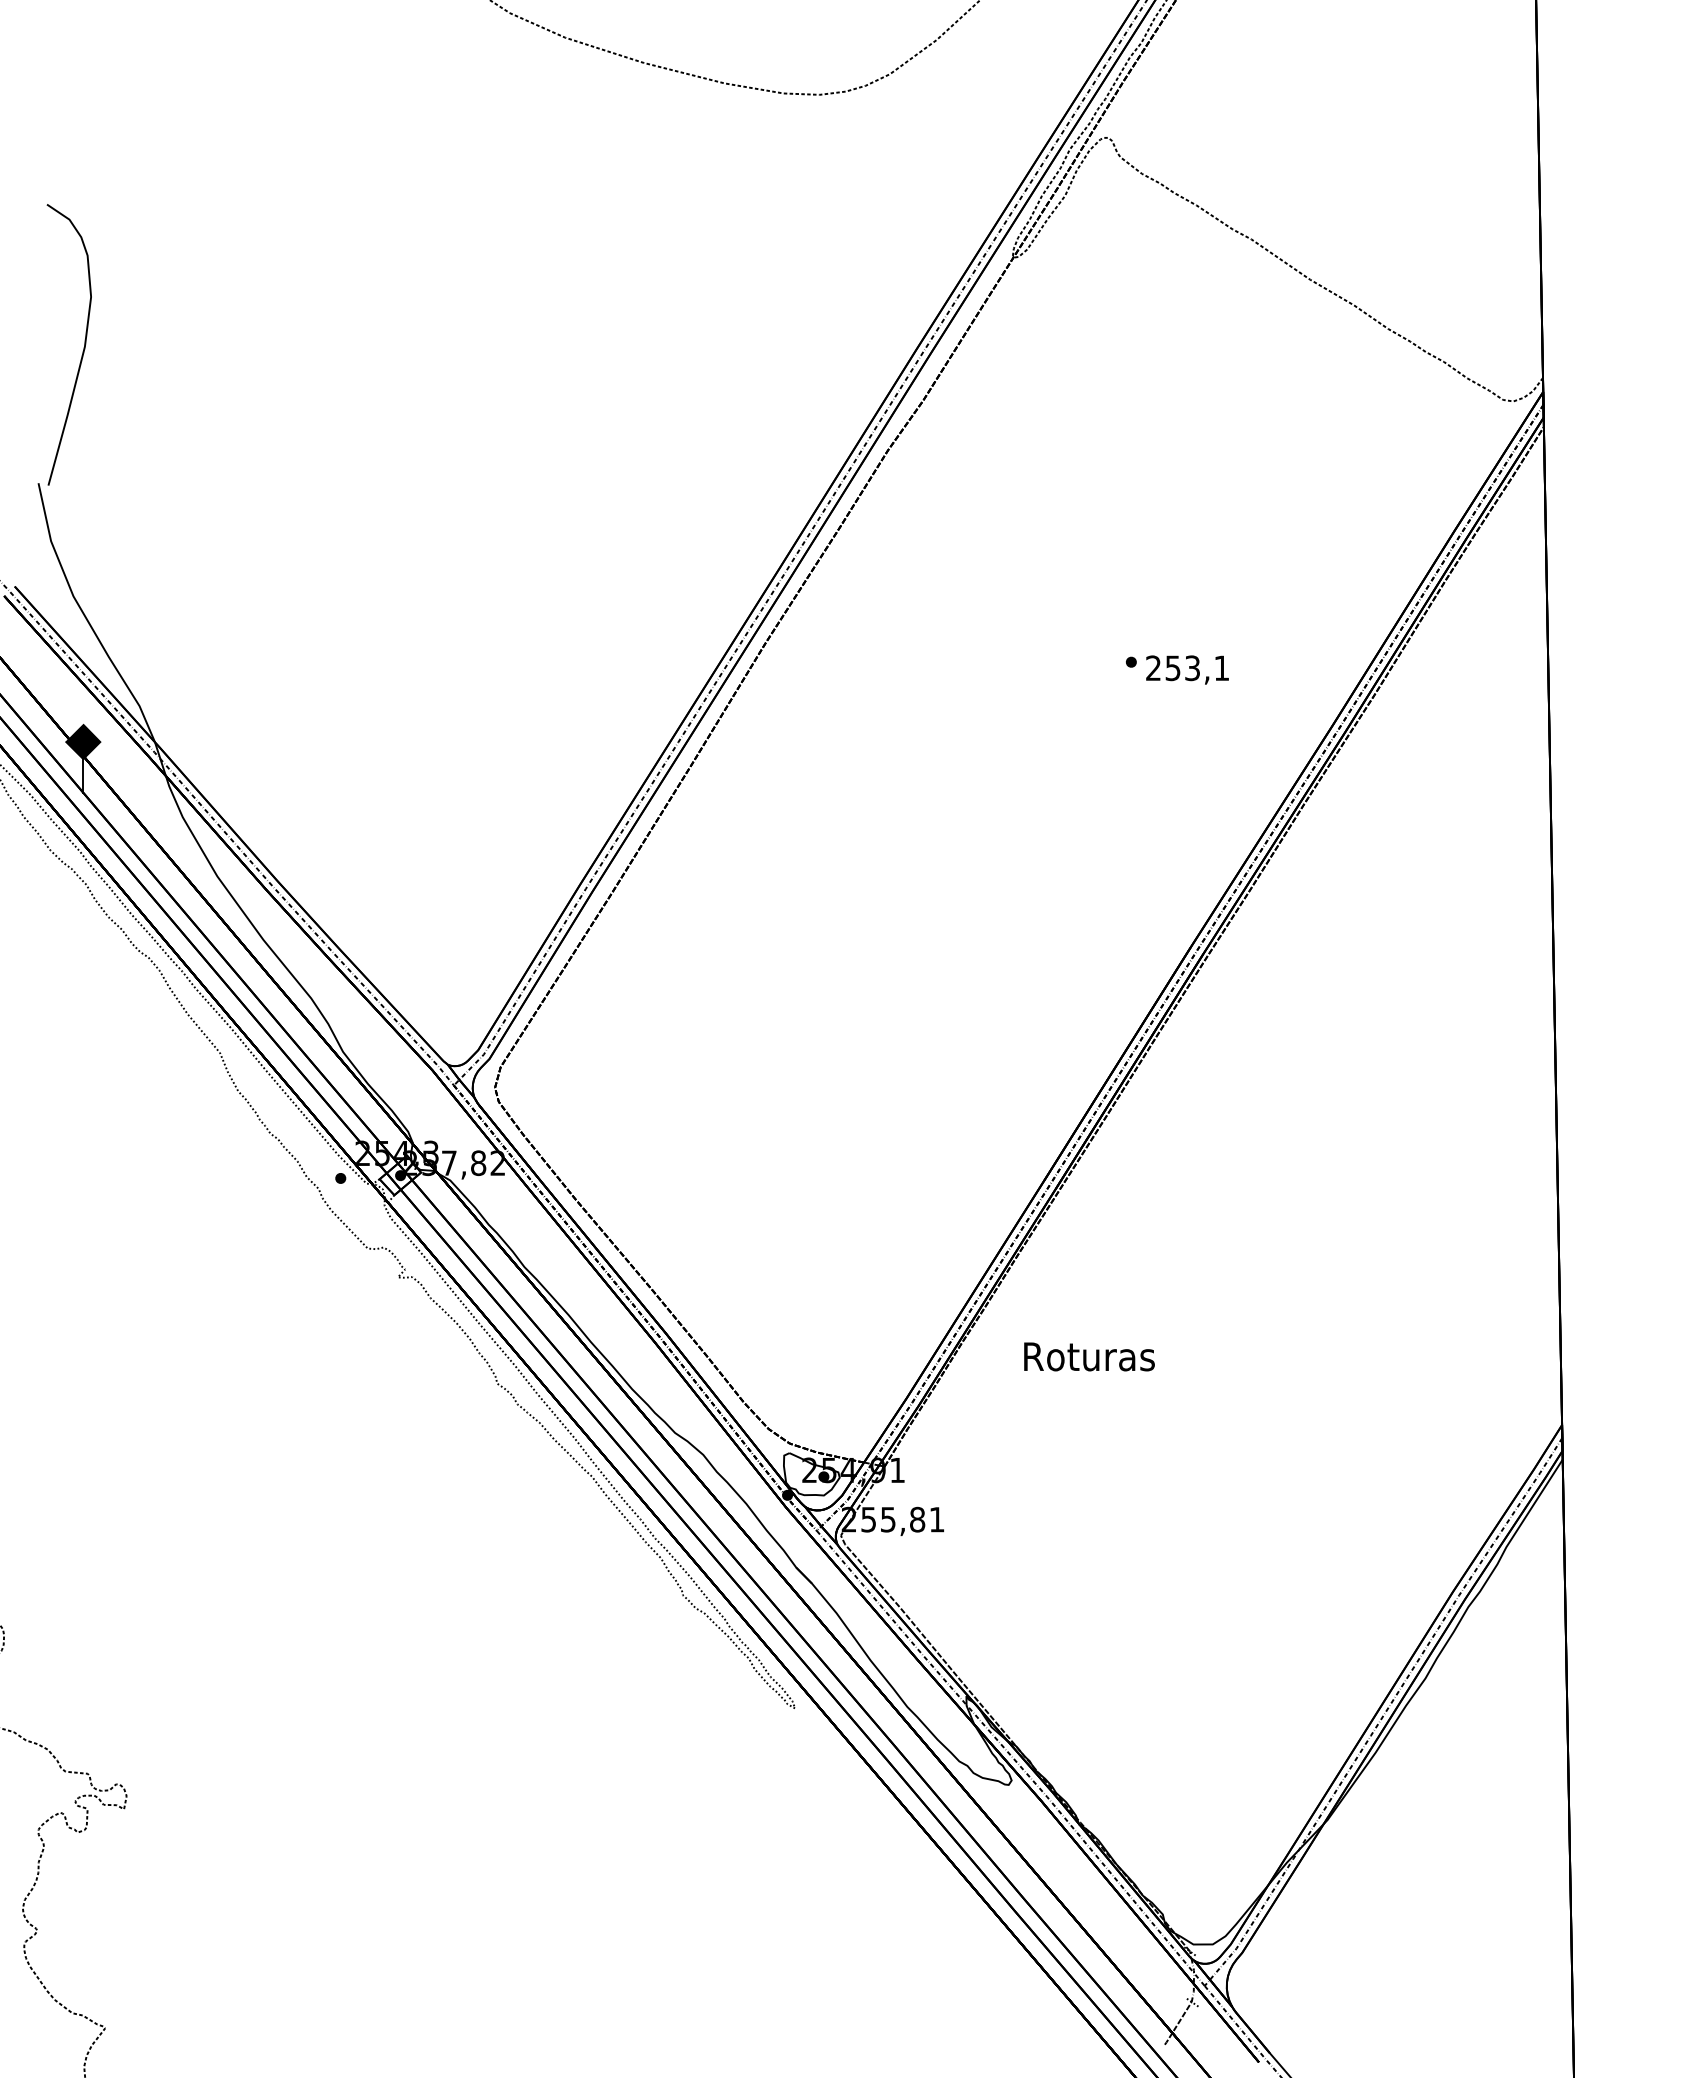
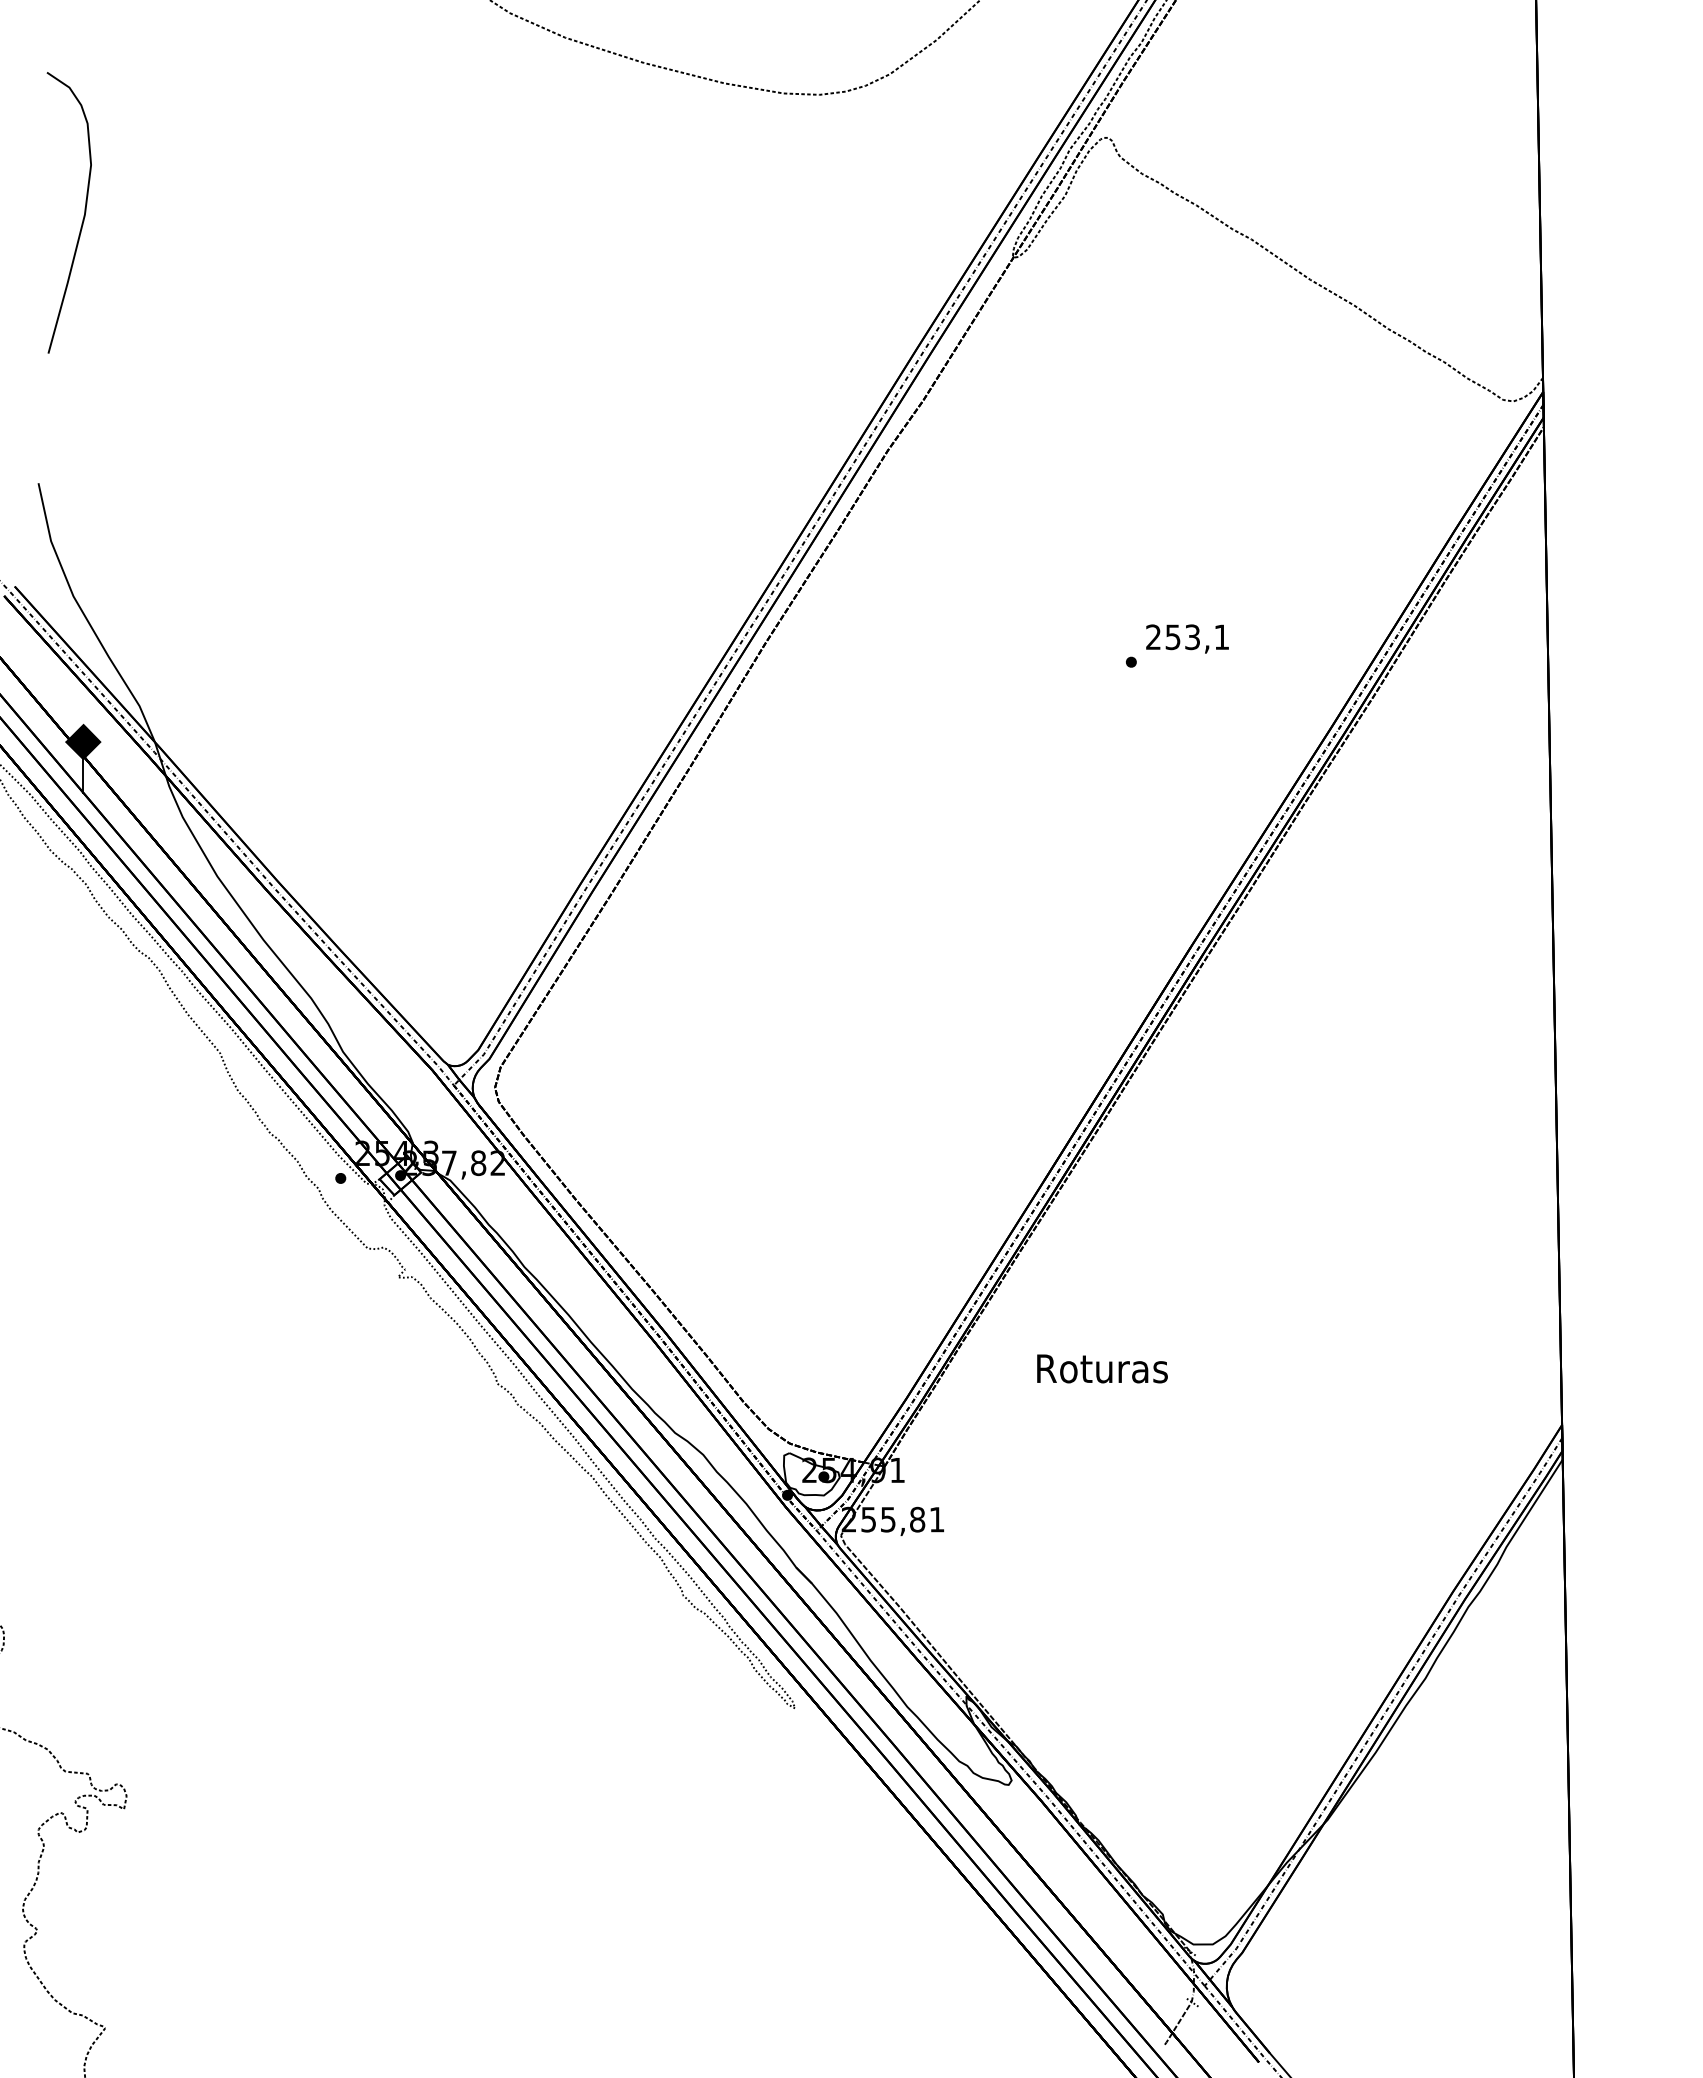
curve at (83, 347) position: (83, 347) -> (83, 215)
text at (1187, 669) position: (1187, 669) -> (1187, 638)
text at (1089, 1356) position: (1089, 1356) -> (1102, 1368)
